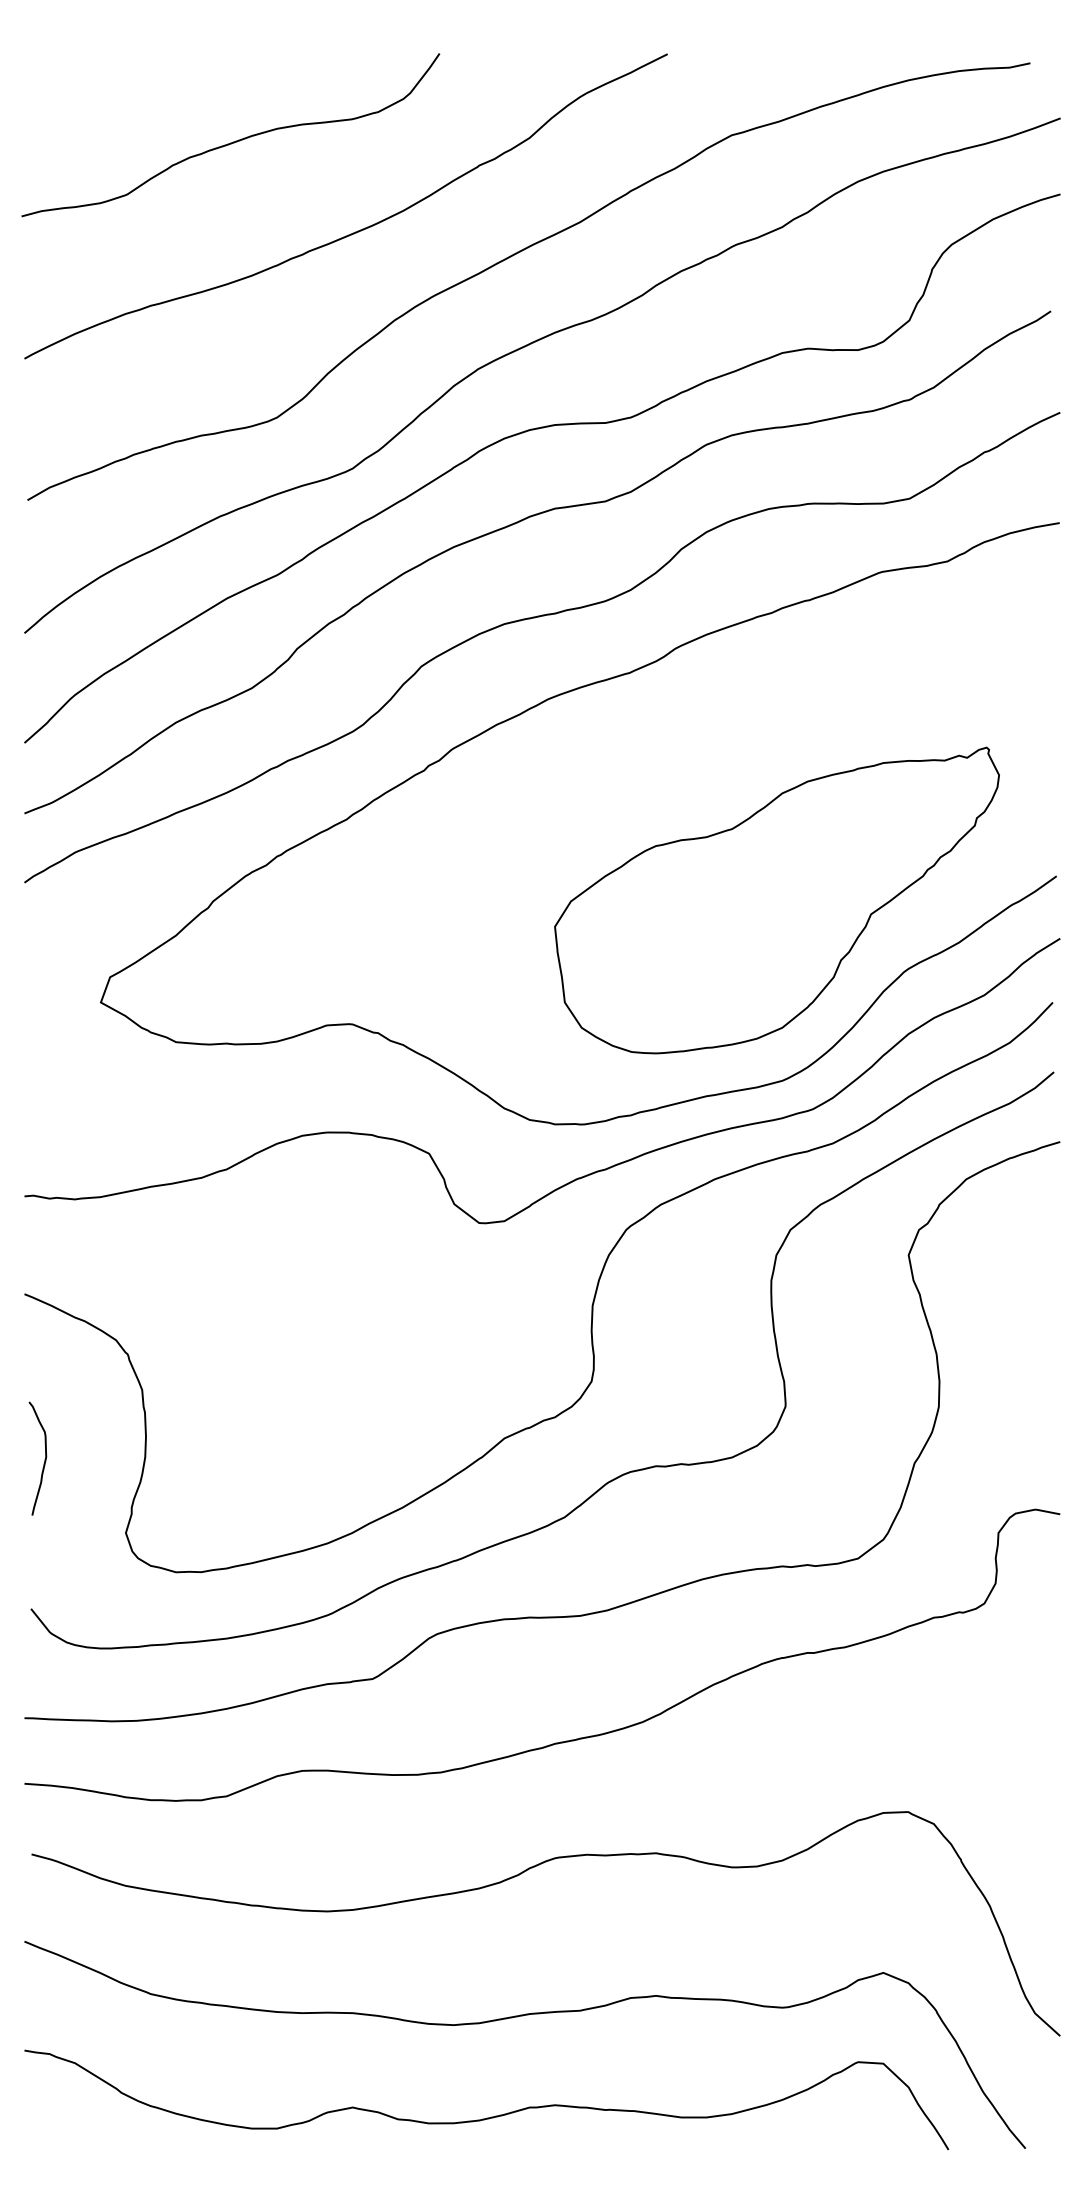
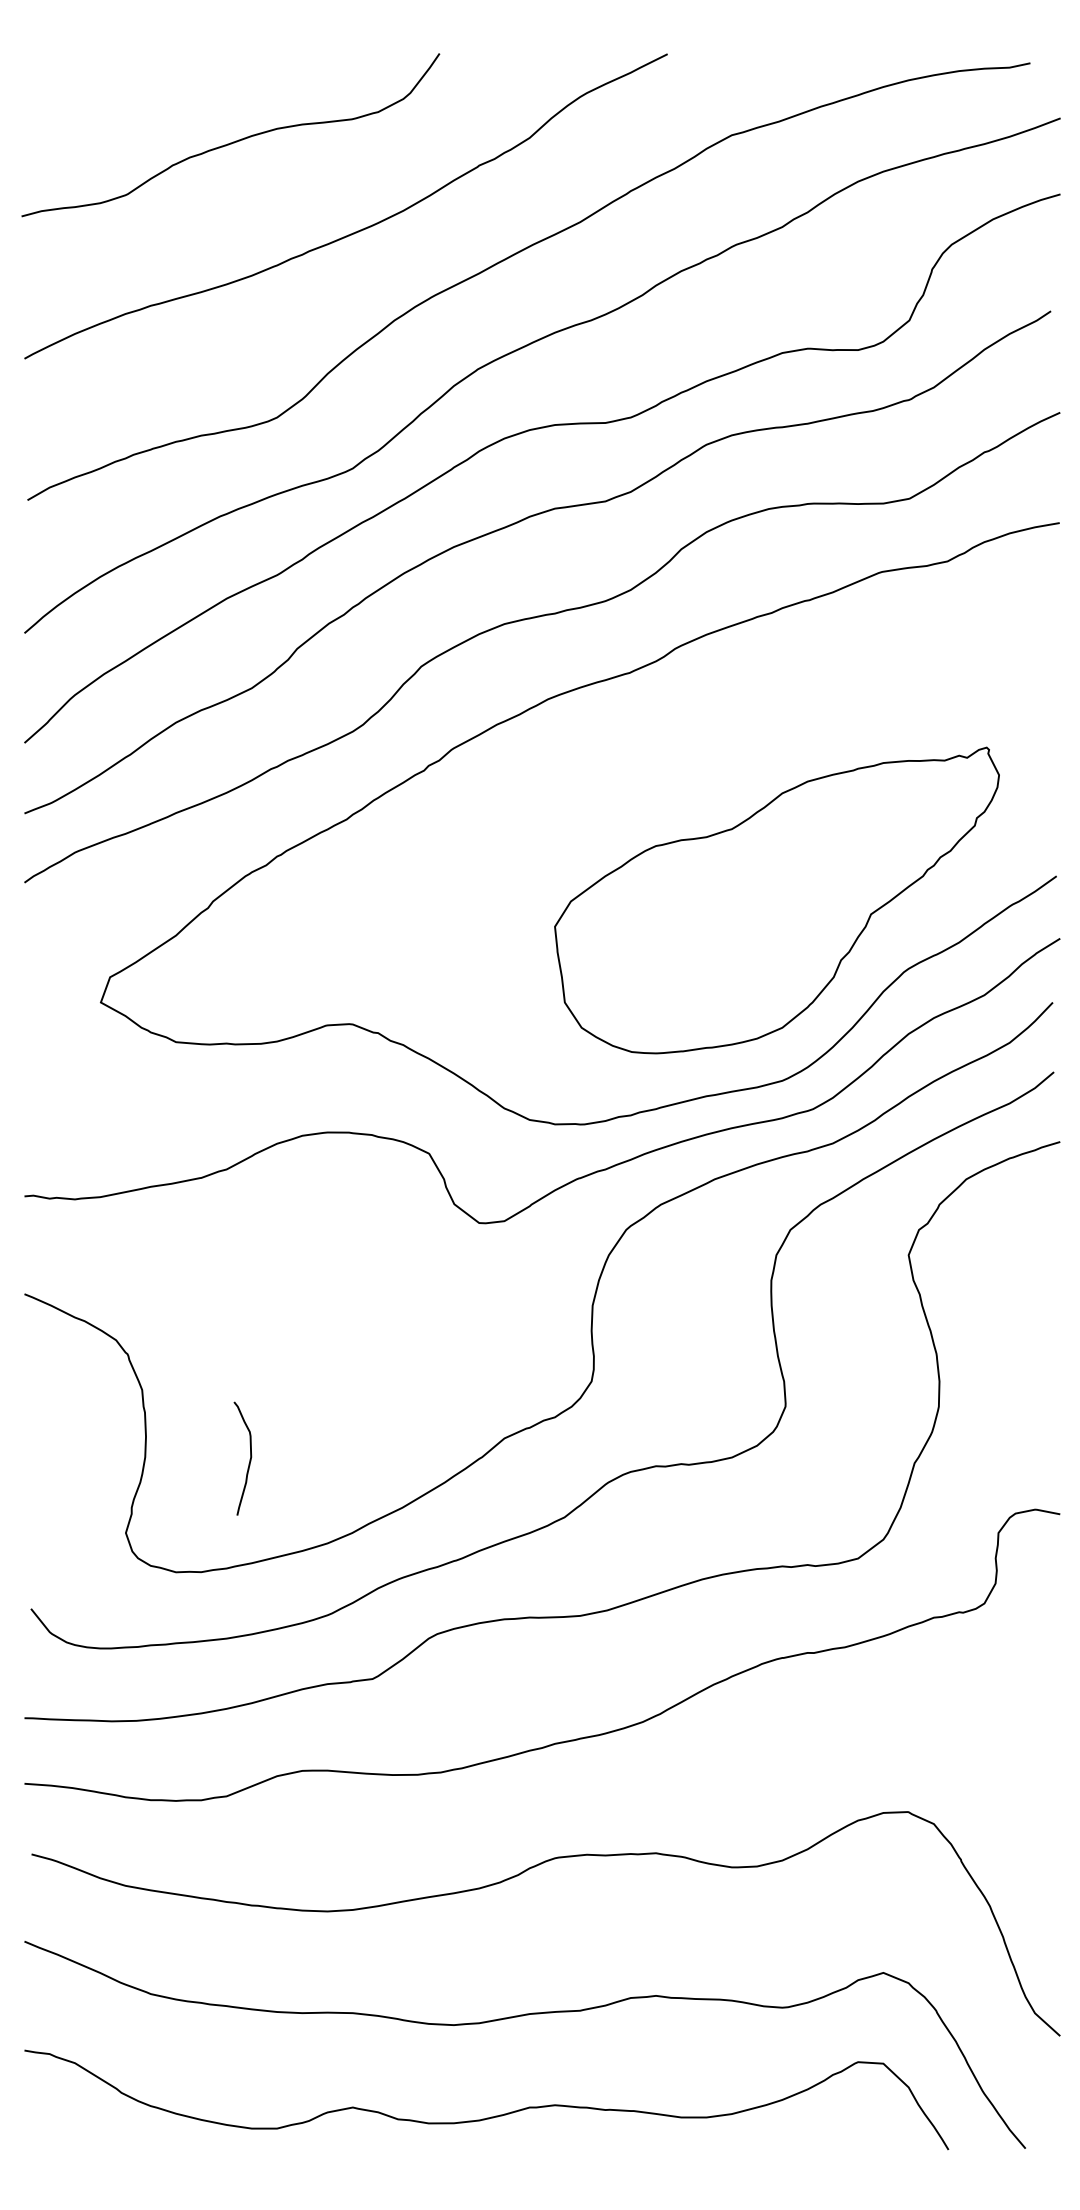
curve at (44, 1459) position: (44, 1459) -> (249, 1459)
